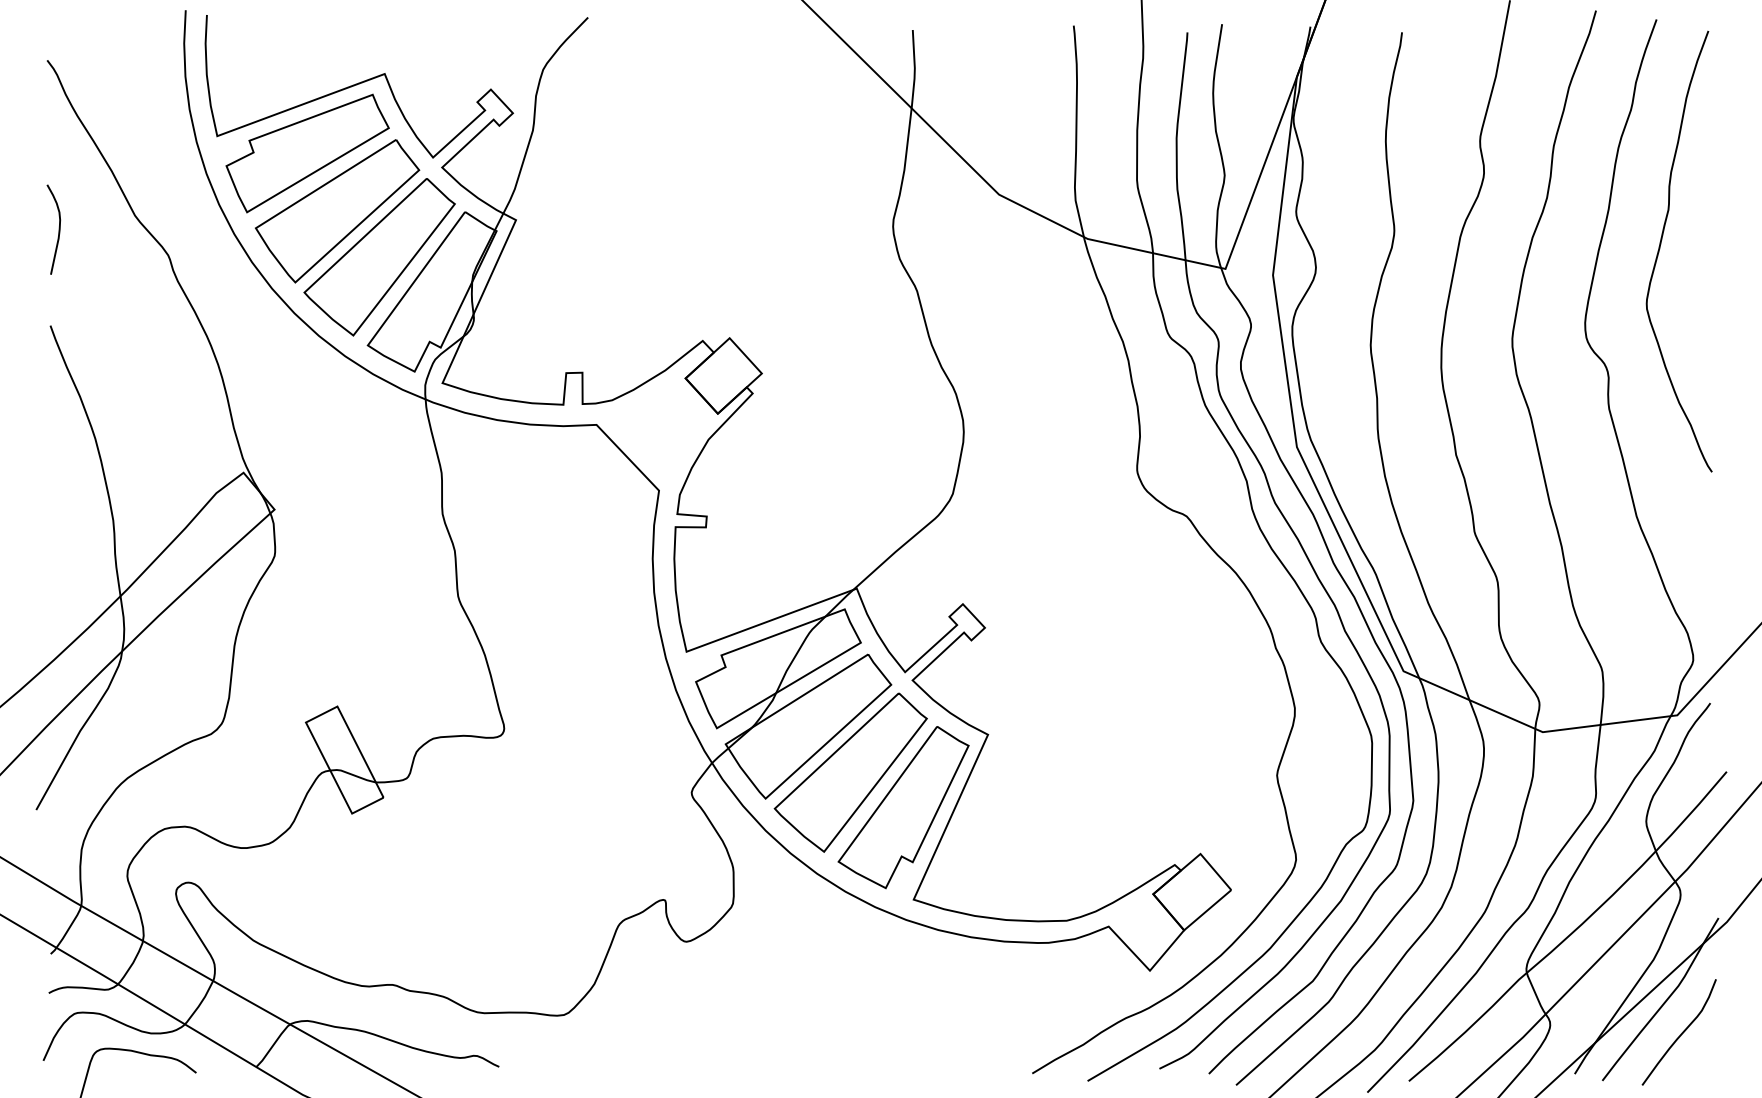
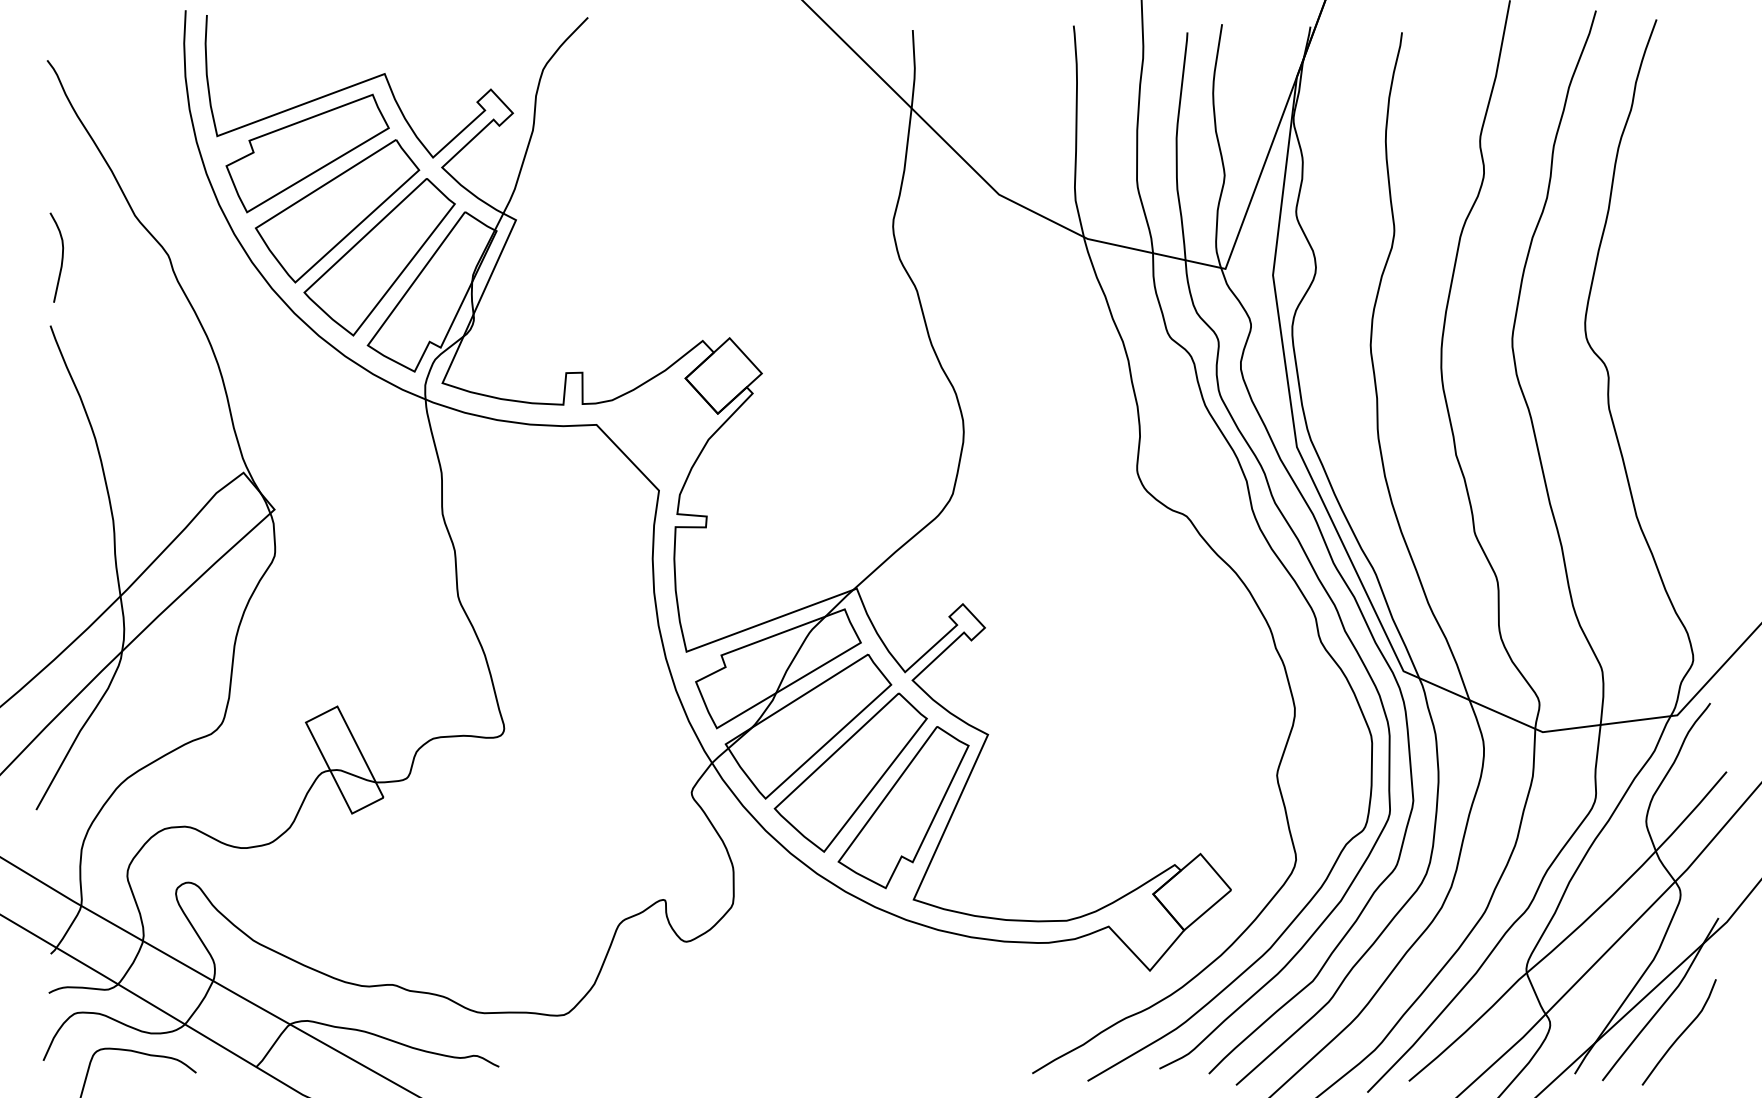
curve at (58, 229) position: (58, 229) -> (61, 257)
curve at (1660, 248): present -> none
